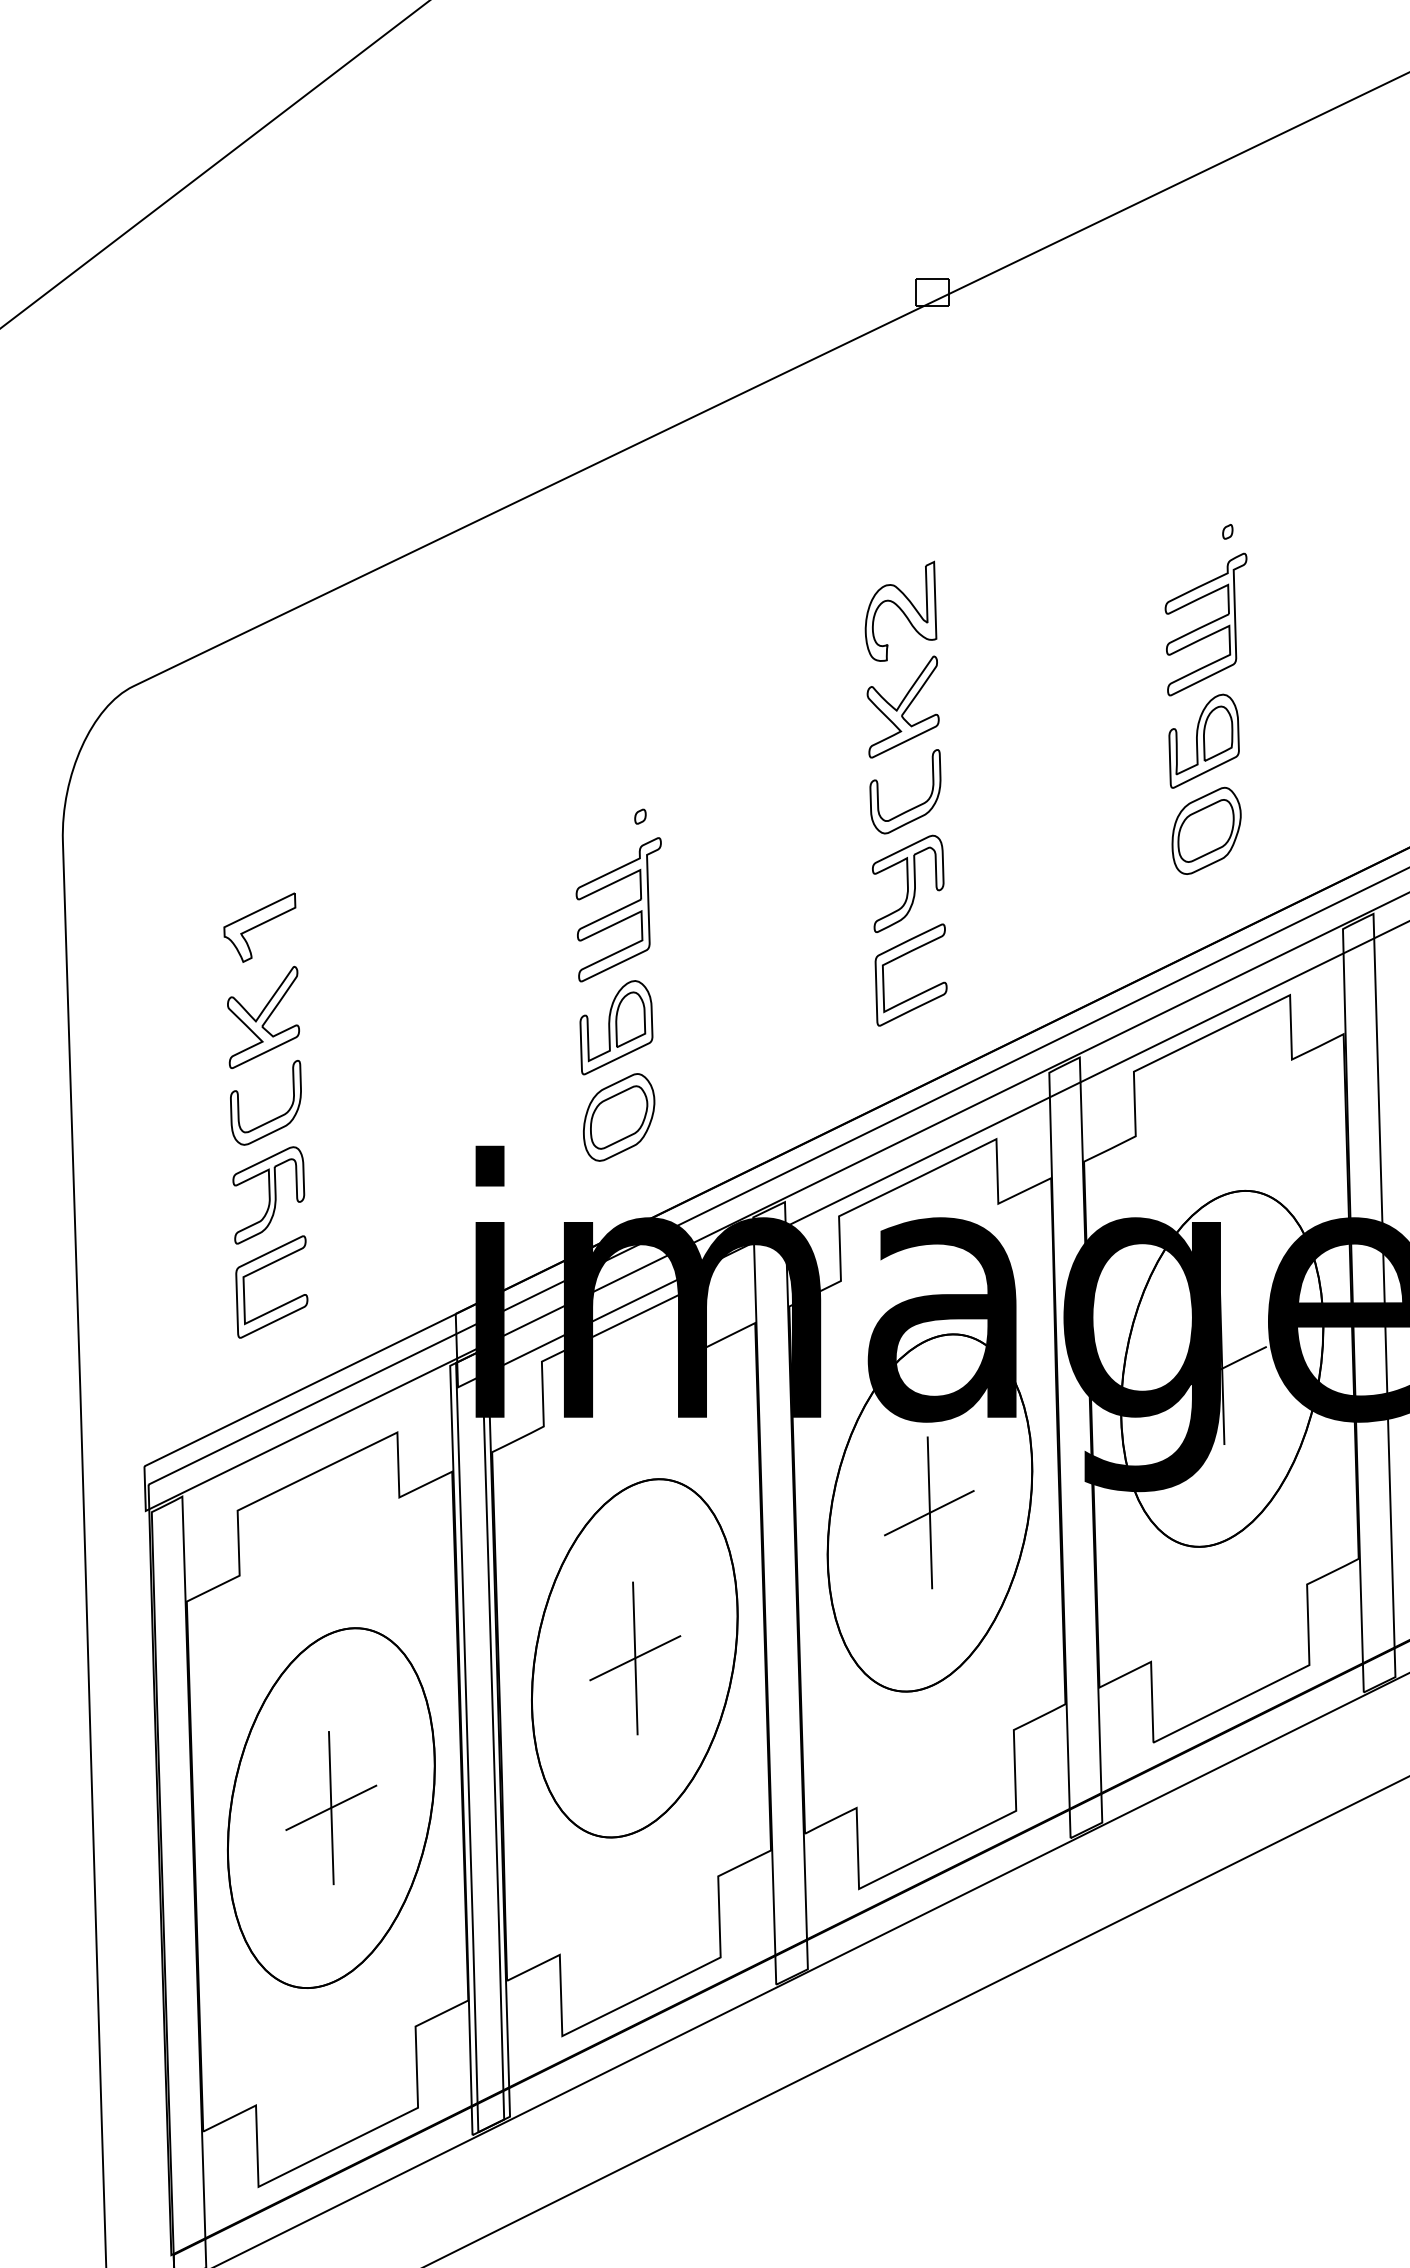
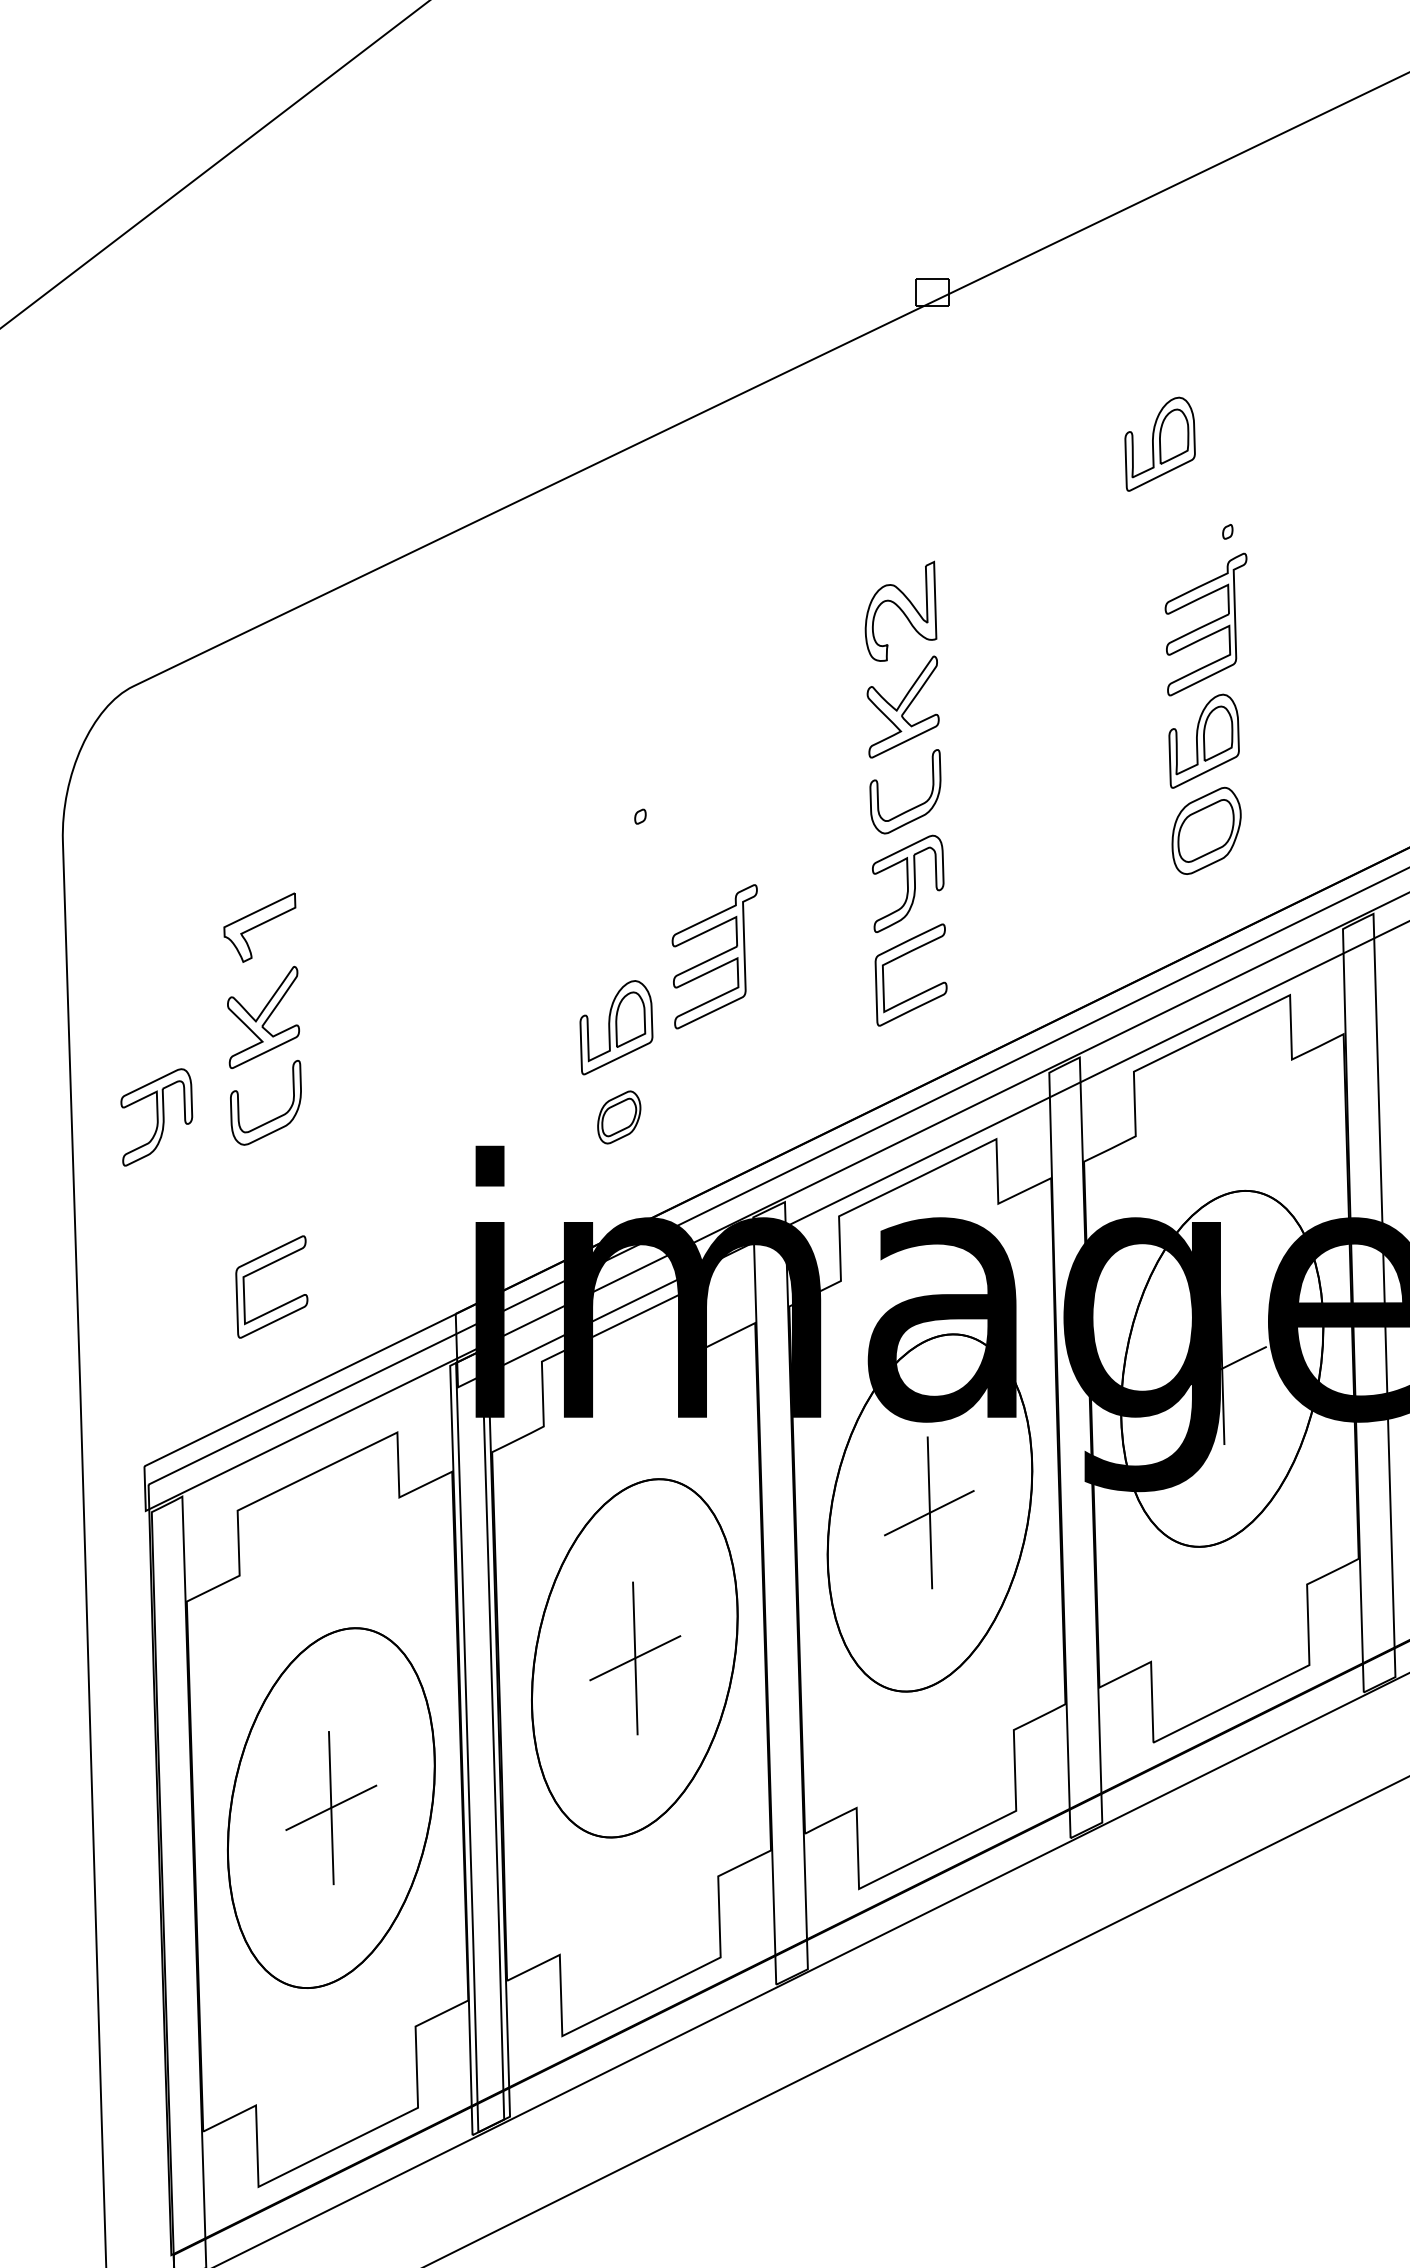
part at (1159, 443): none -> present
part at (618, 909) position: (618, 909) -> (714, 956)
part at (619, 1117) size: 73x89 px -> 45x55 px
part at (268, 1195) position: (268, 1195) -> (156, 1117)
